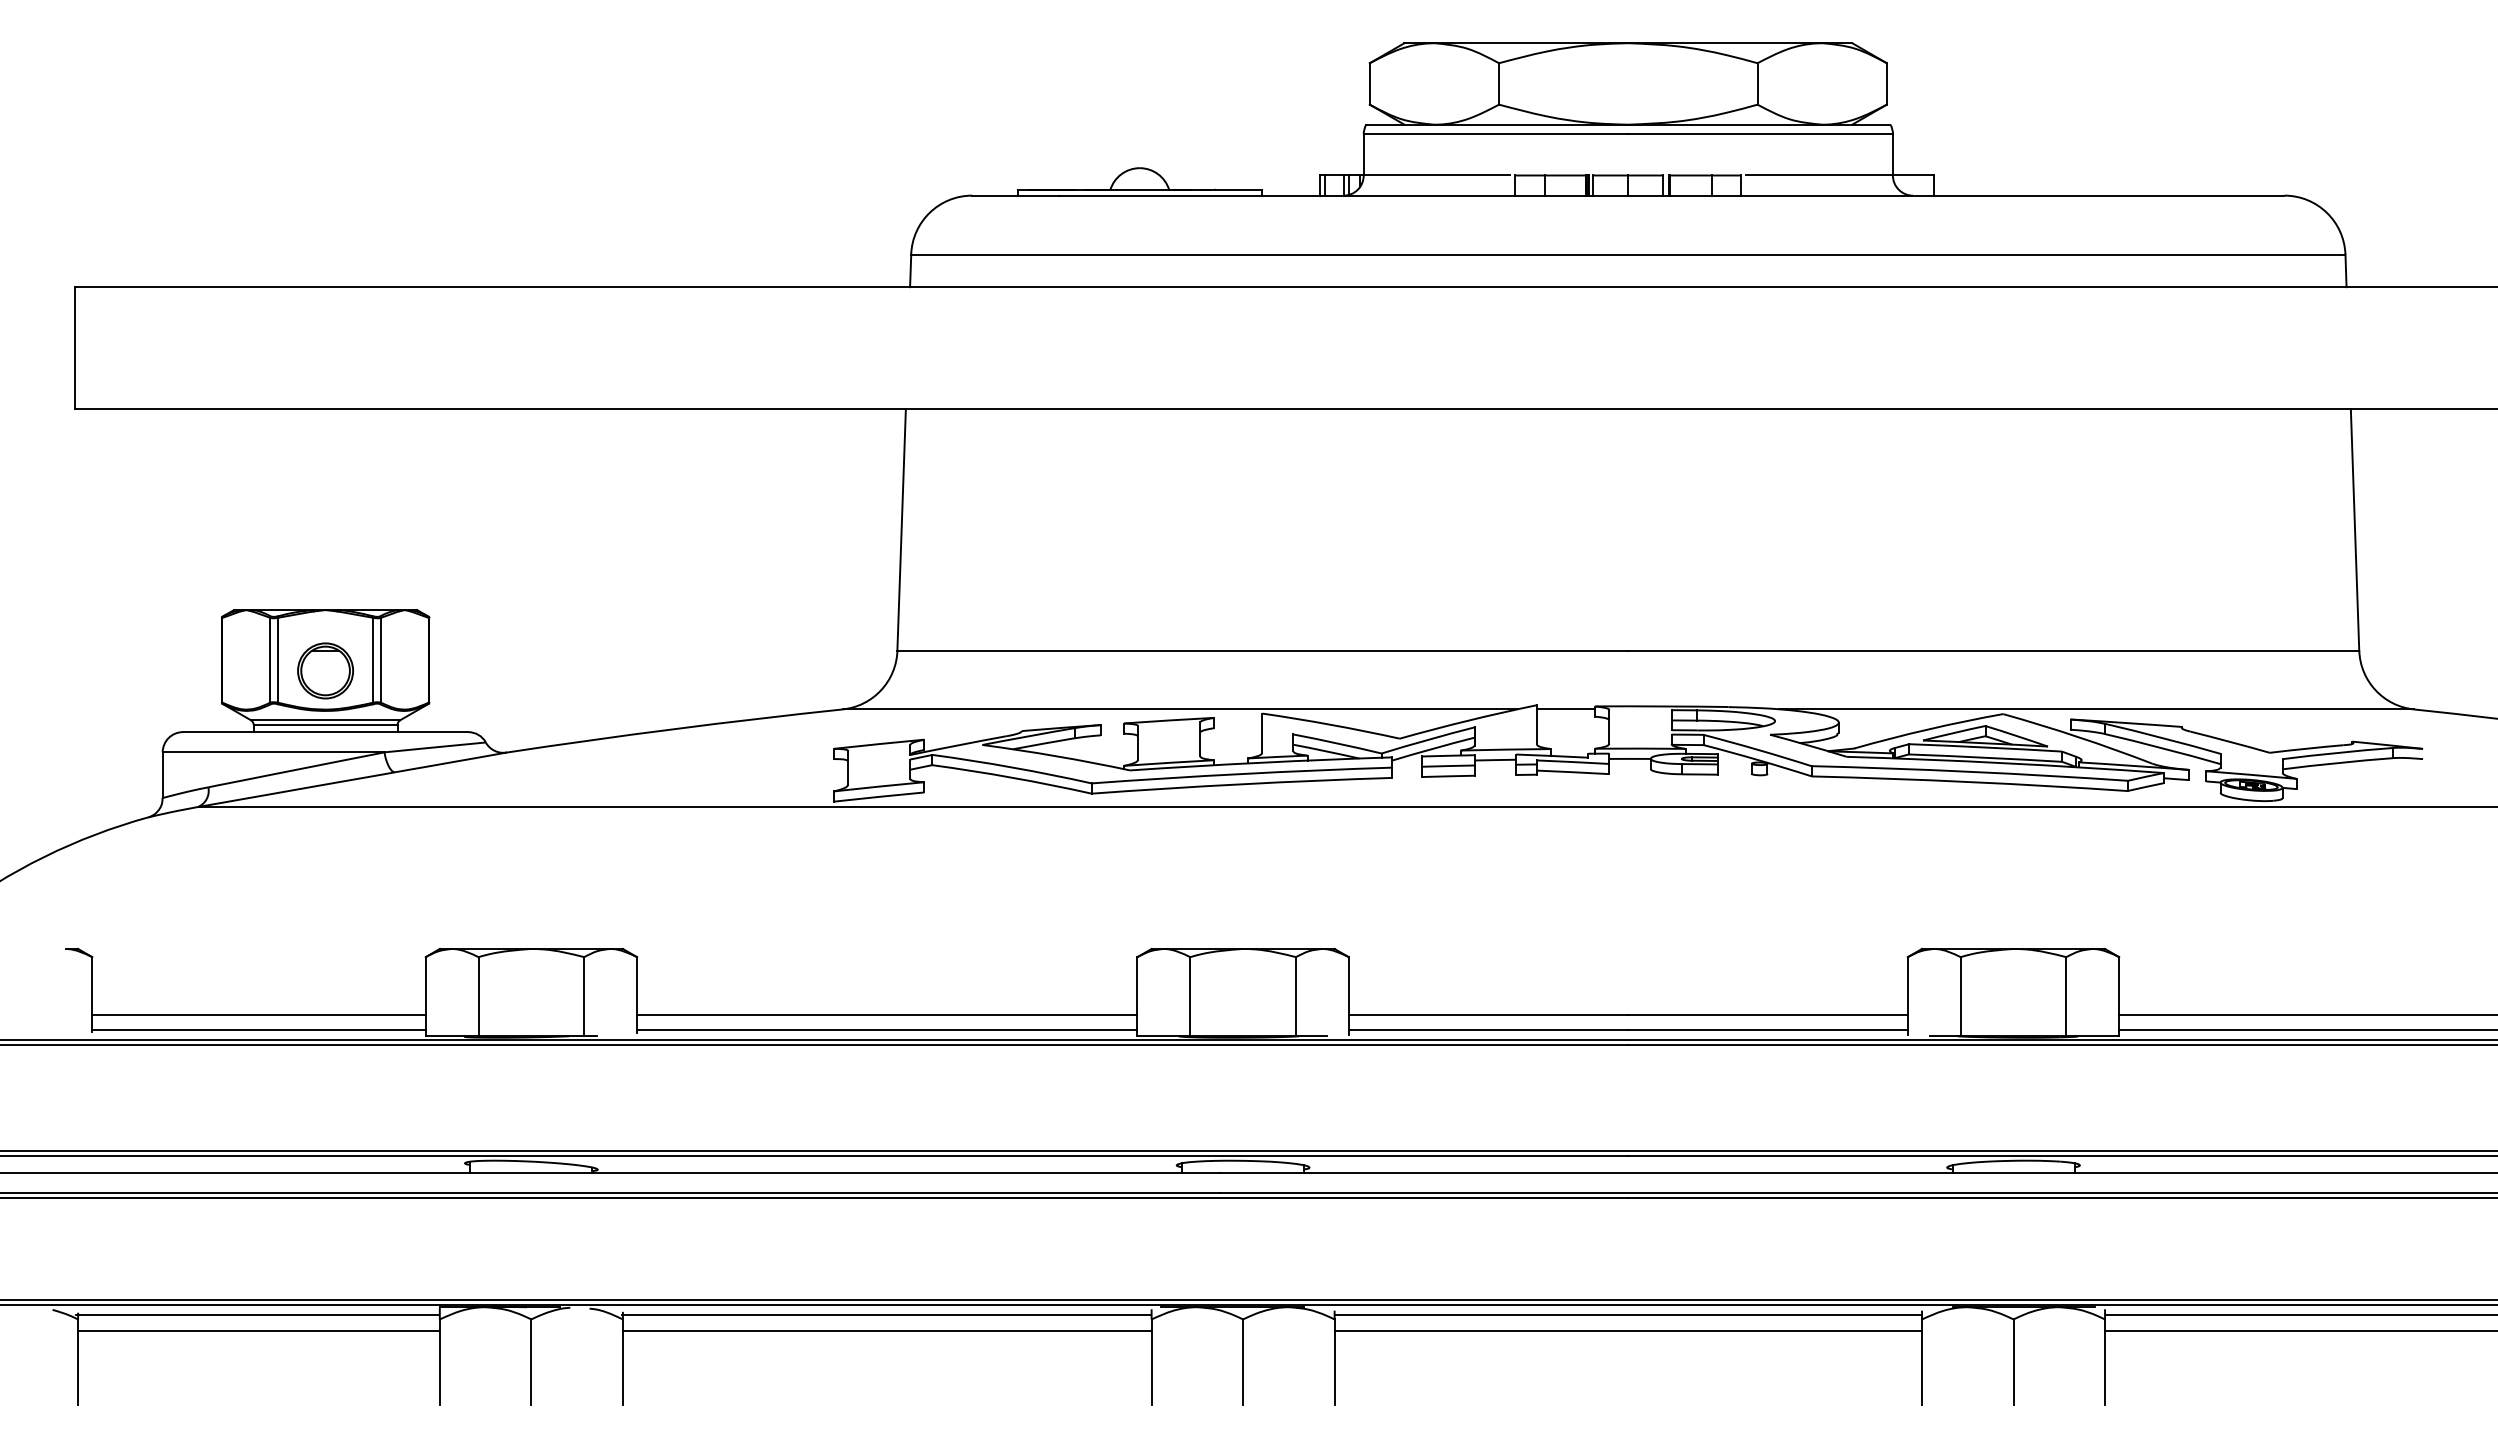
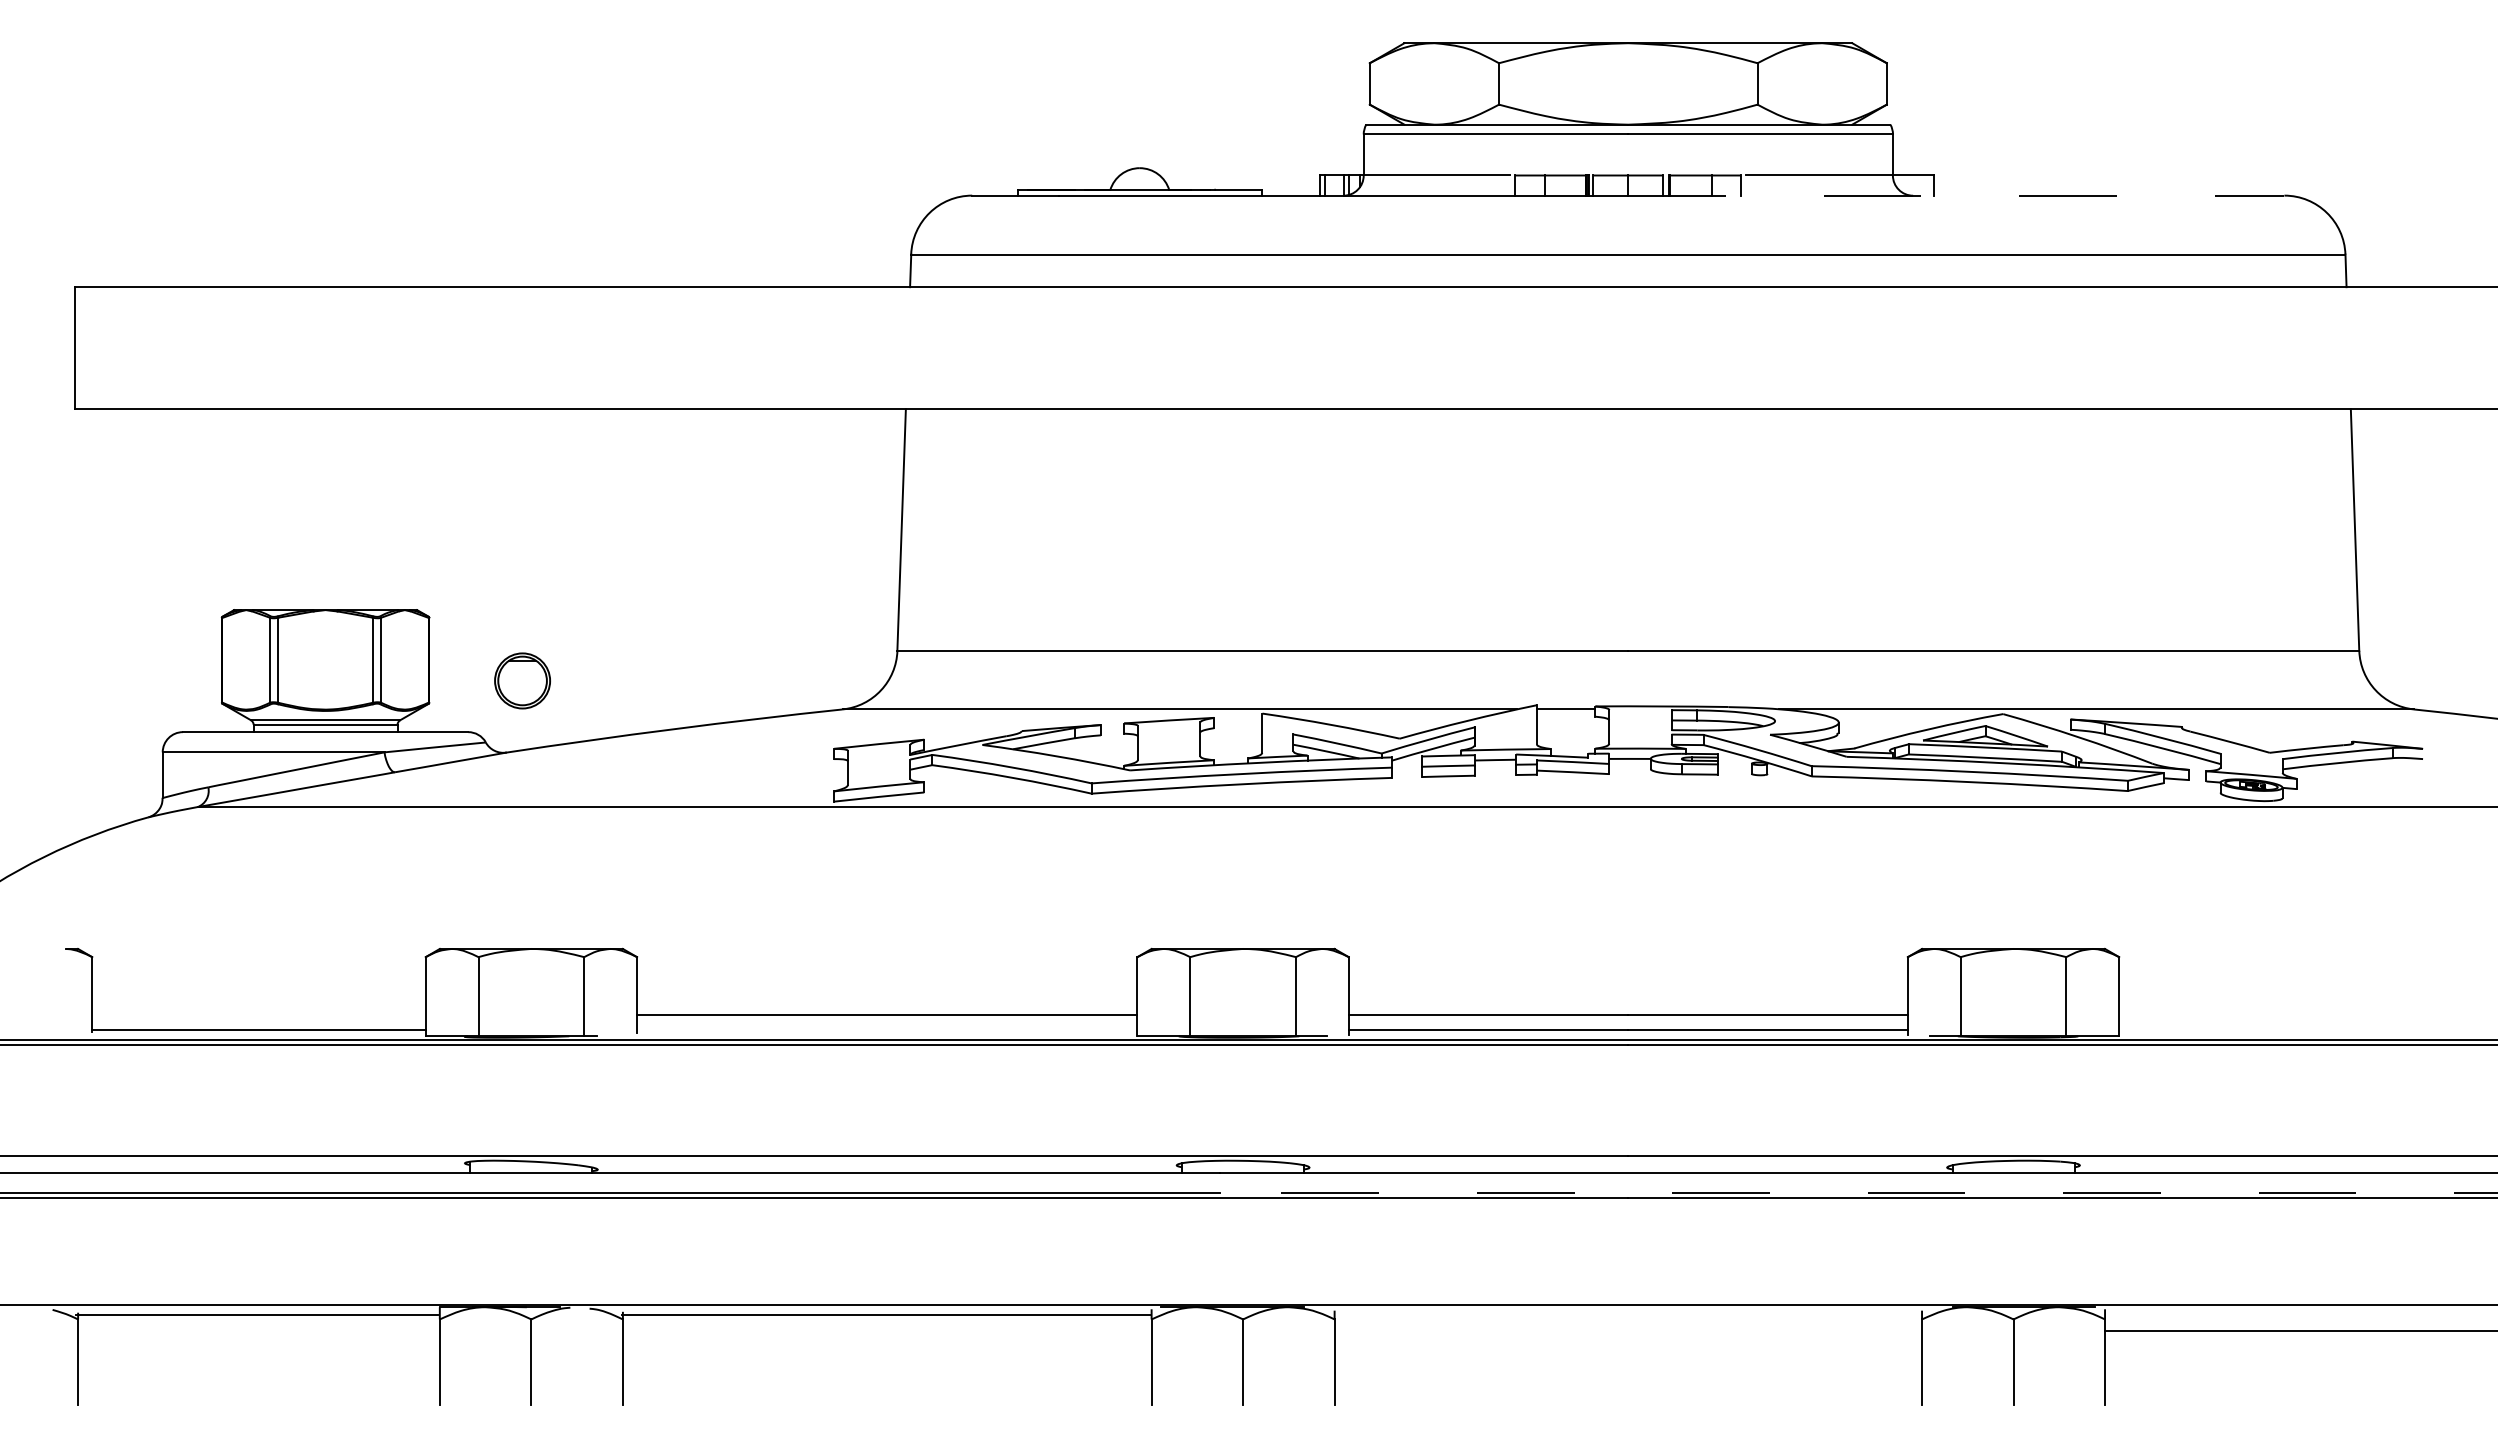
line at (1956, 195): solid -> dashed
part at (325, 670) position: (325, 670) -> (522, 680)
line at (258, 1014): present -> none
line at (2306, 1014): present -> none
line at (887, 1029): present -> none
line at (2306, 1029): present -> none
line at (1248, 1150): present -> none
line at (1858, 1192): solid -> dashed
line at (1248, 1300): present -> none
line at (1628, 1315): present -> none
line at (2299, 1315): present -> none
line at (258, 1331): present -> none
line at (886, 1331): present -> none
line at (1628, 1331): present -> none
